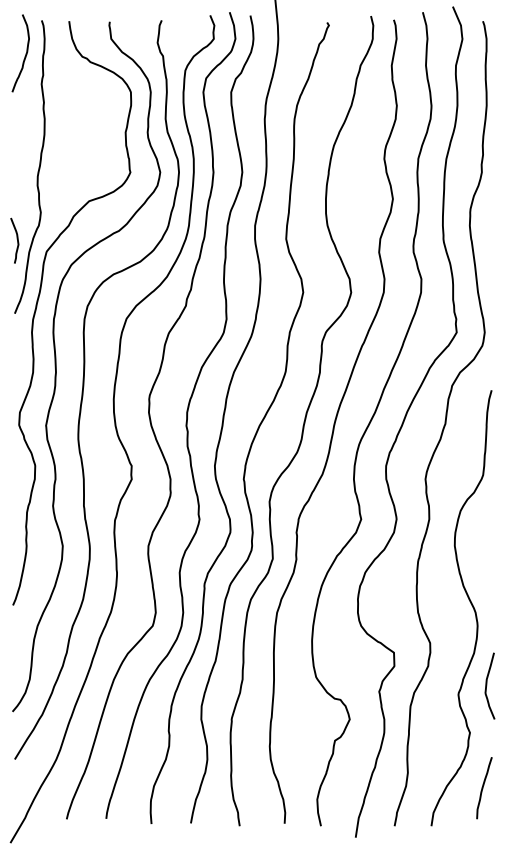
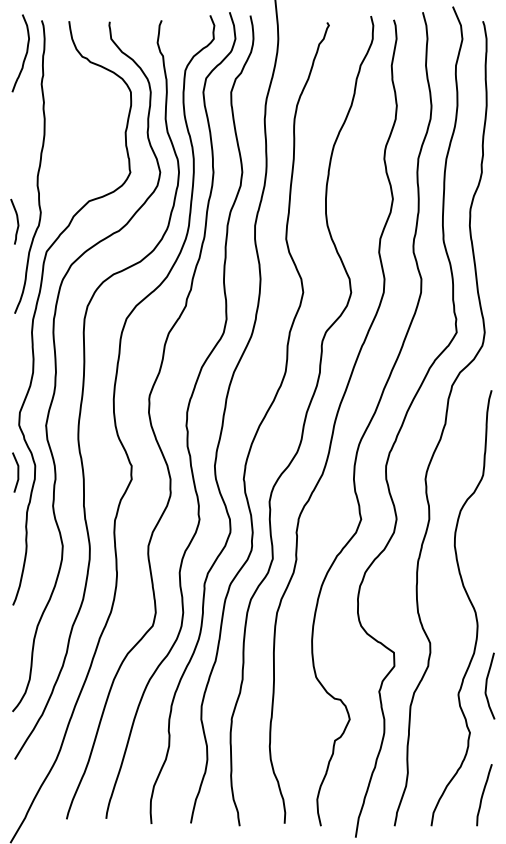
curve at (16, 239) position: (16, 239) -> (16, 220)
line at (17, 472): none -> present
curve at (483, 788) position: (483, 788) -> (483, 795)
